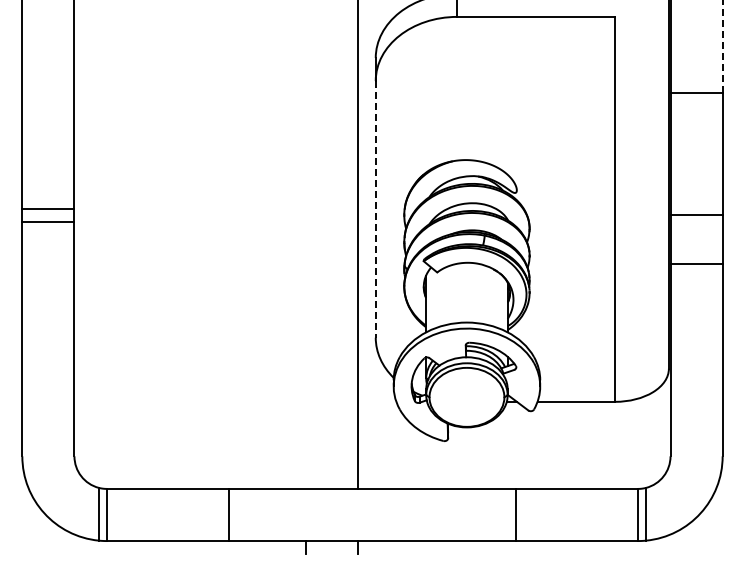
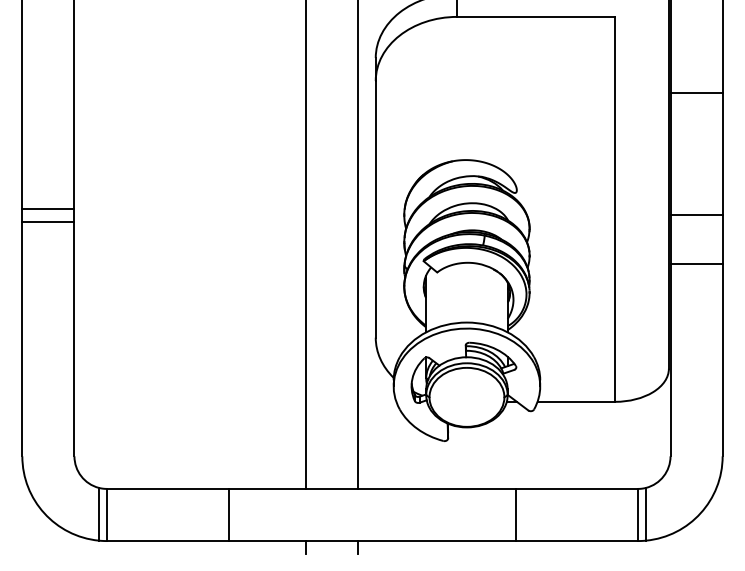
line at (722, 46): dashed -> solid
line at (375, 209): dashed -> solid
line at (305, 245): none -> present
